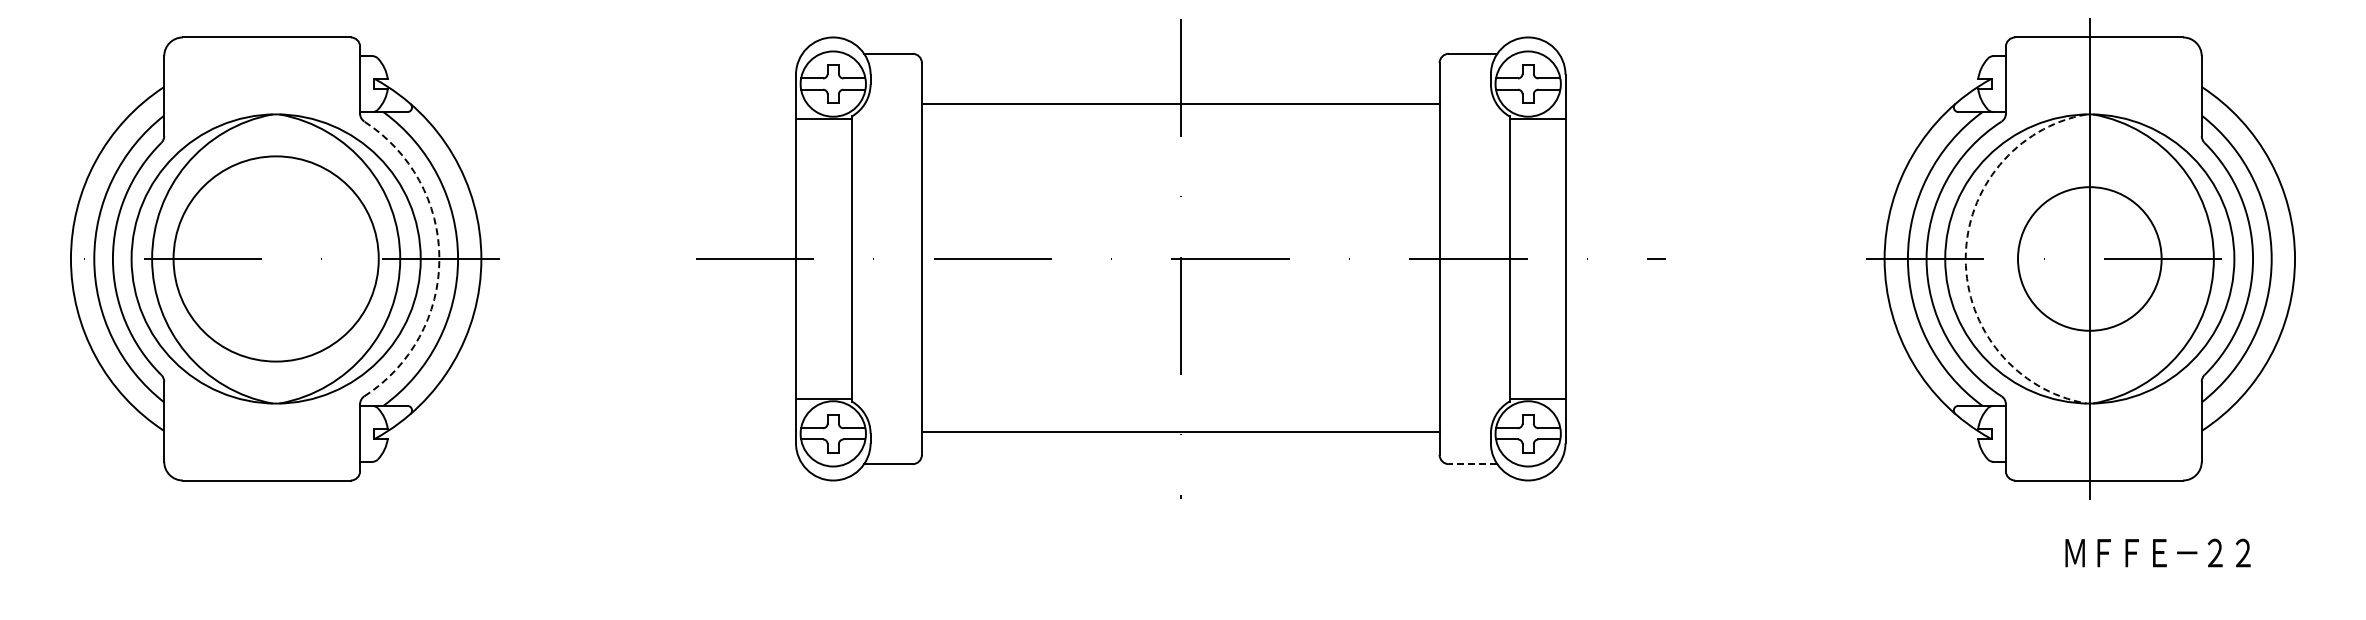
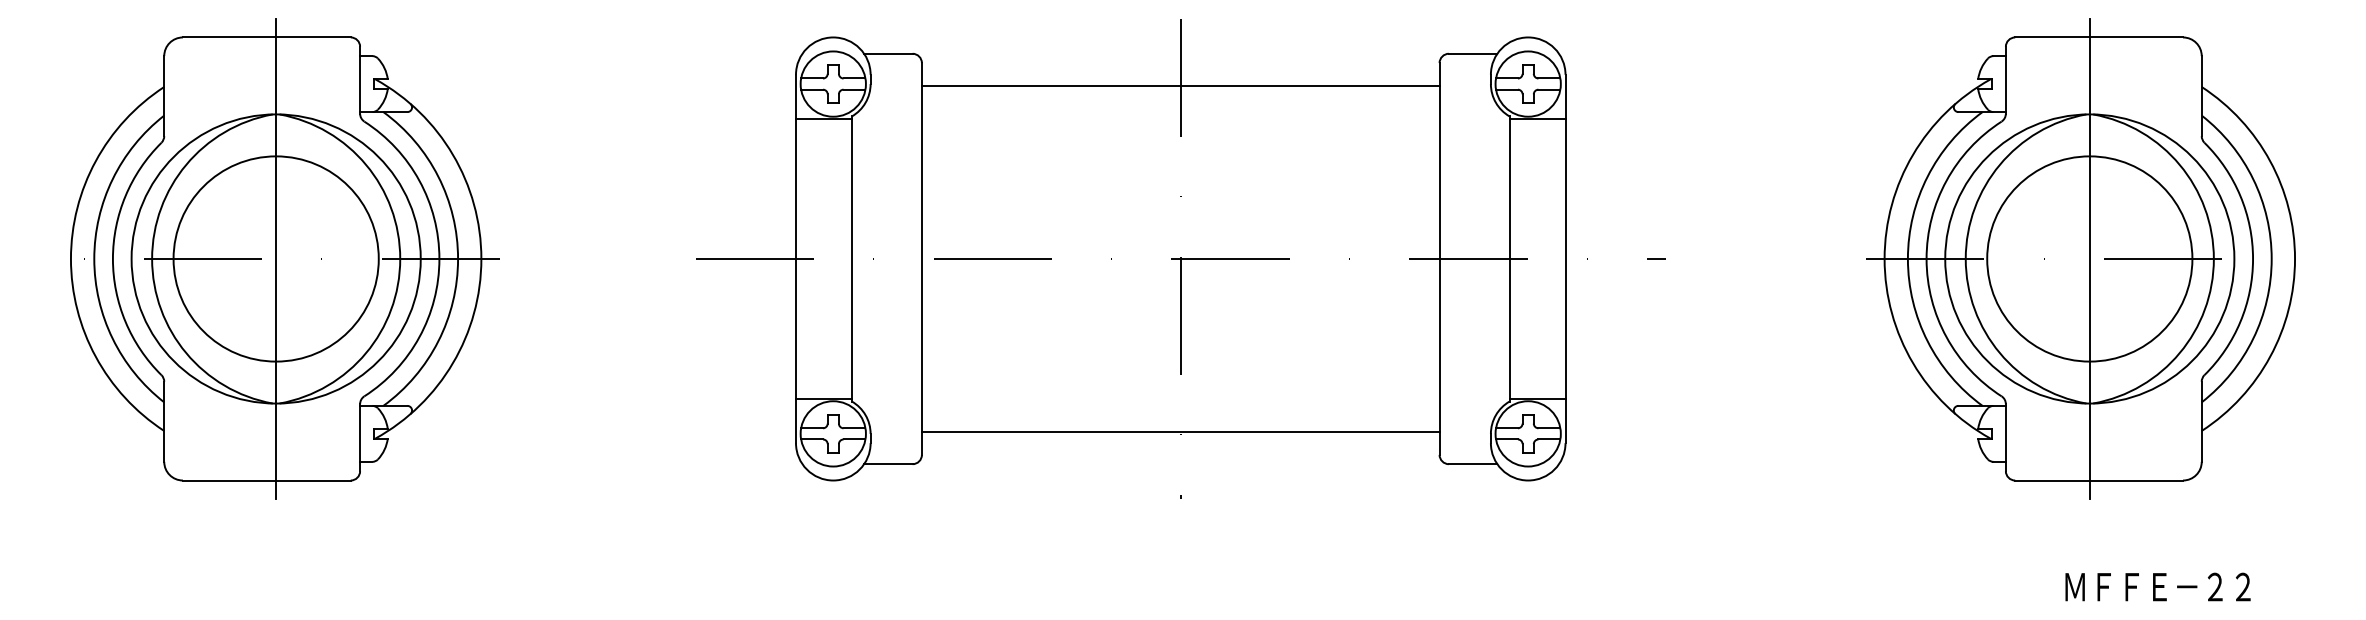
line at (1180, 104) position: (1180, 104) -> (1180, 86)
line at (276, 258): none -> present
arc at (439, 258): dashed -> solid
arc at (1965, 258): dashed -> solid
circle at (2089, 258) diameter: 144 px -> 205 px
line at (1472, 464): dashed -> solid
text at (2157, 552) position: (2157, 552) -> (2157, 586)
